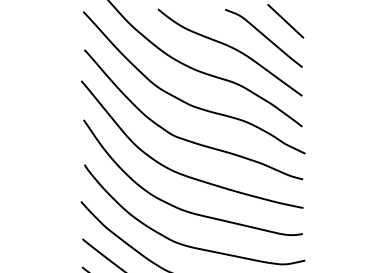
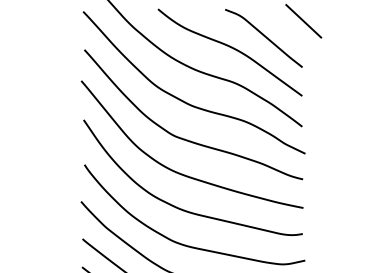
line at (285, 21) position: (285, 21) -> (303, 21)
